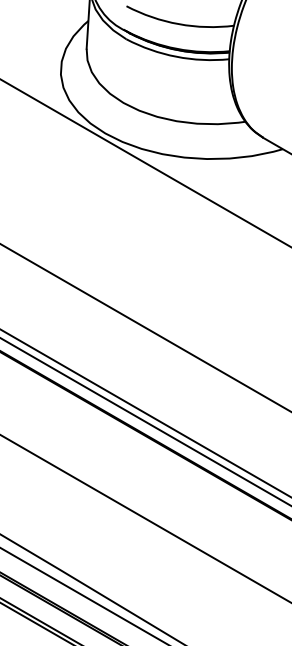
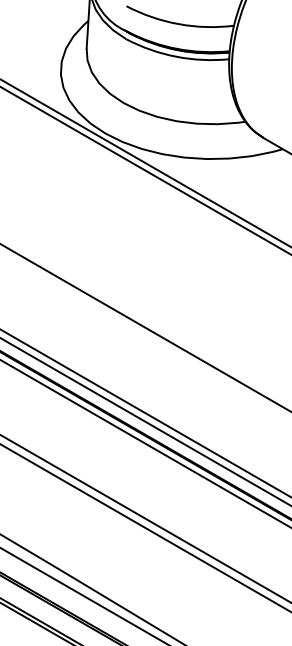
line at (145, 170): none -> present
line at (145, 443): none -> present
line at (145, 527): none -> present
